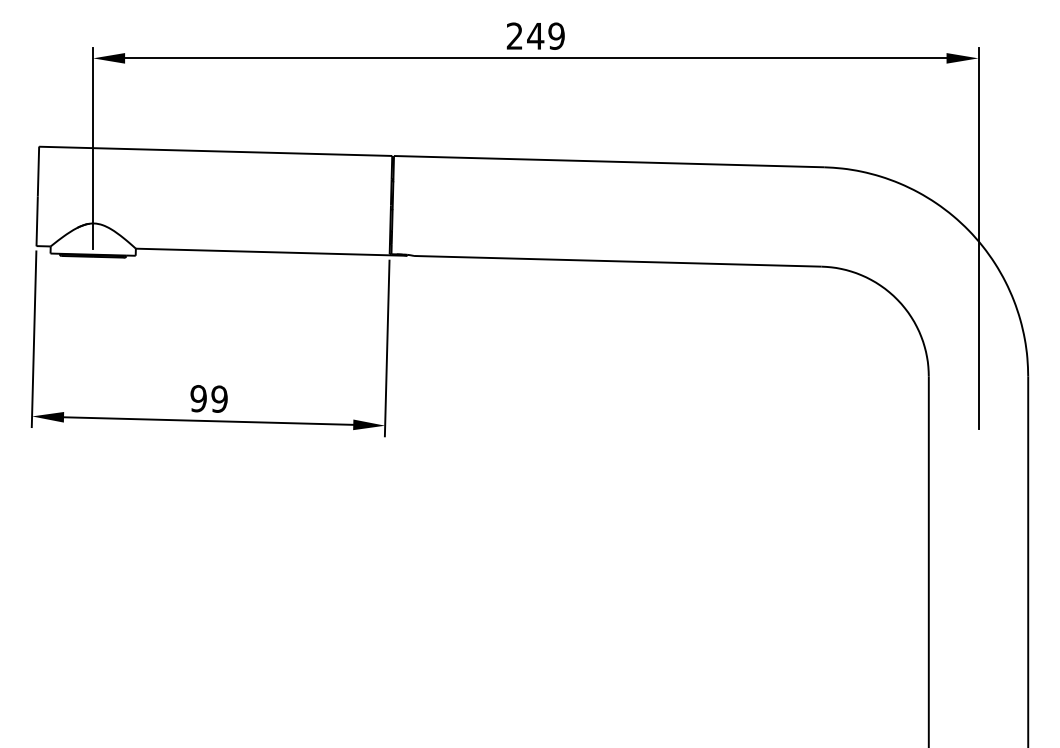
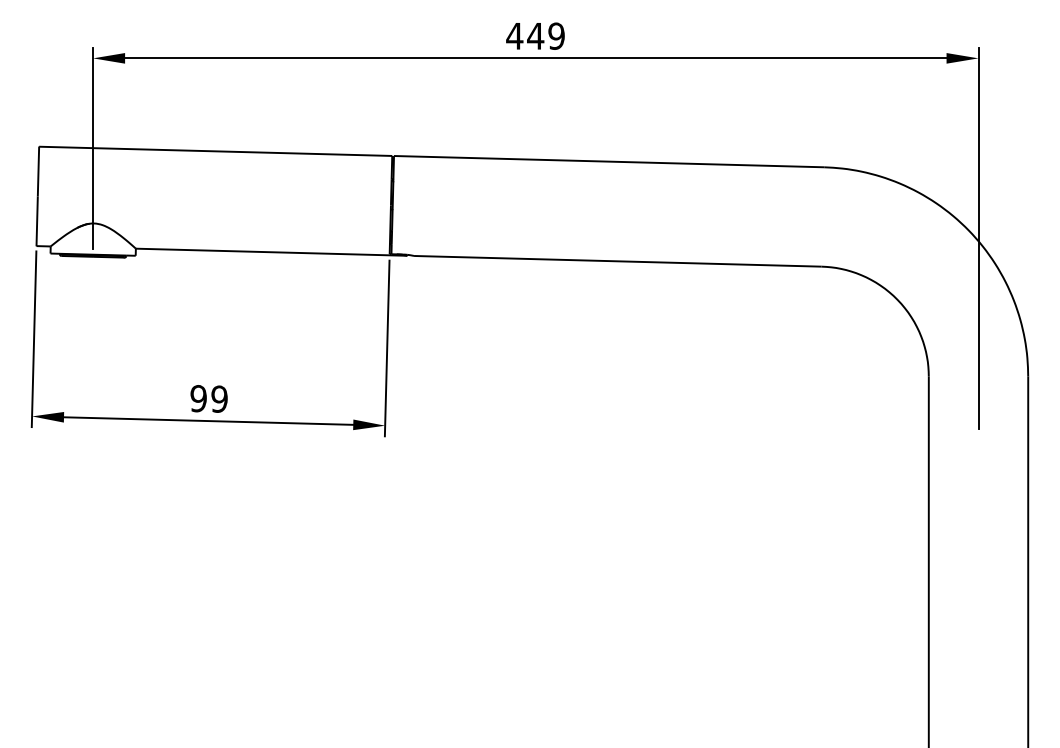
text at (514, 35): 249 -> 449
